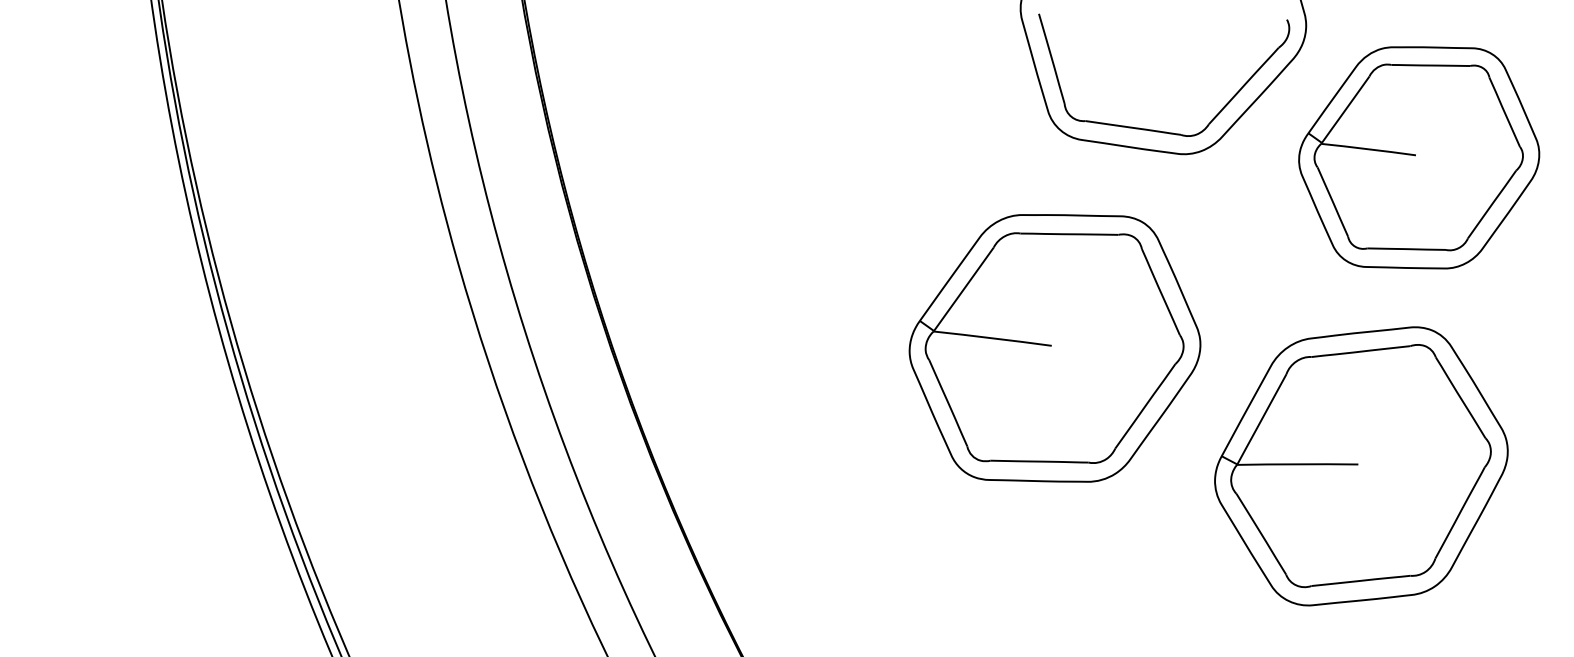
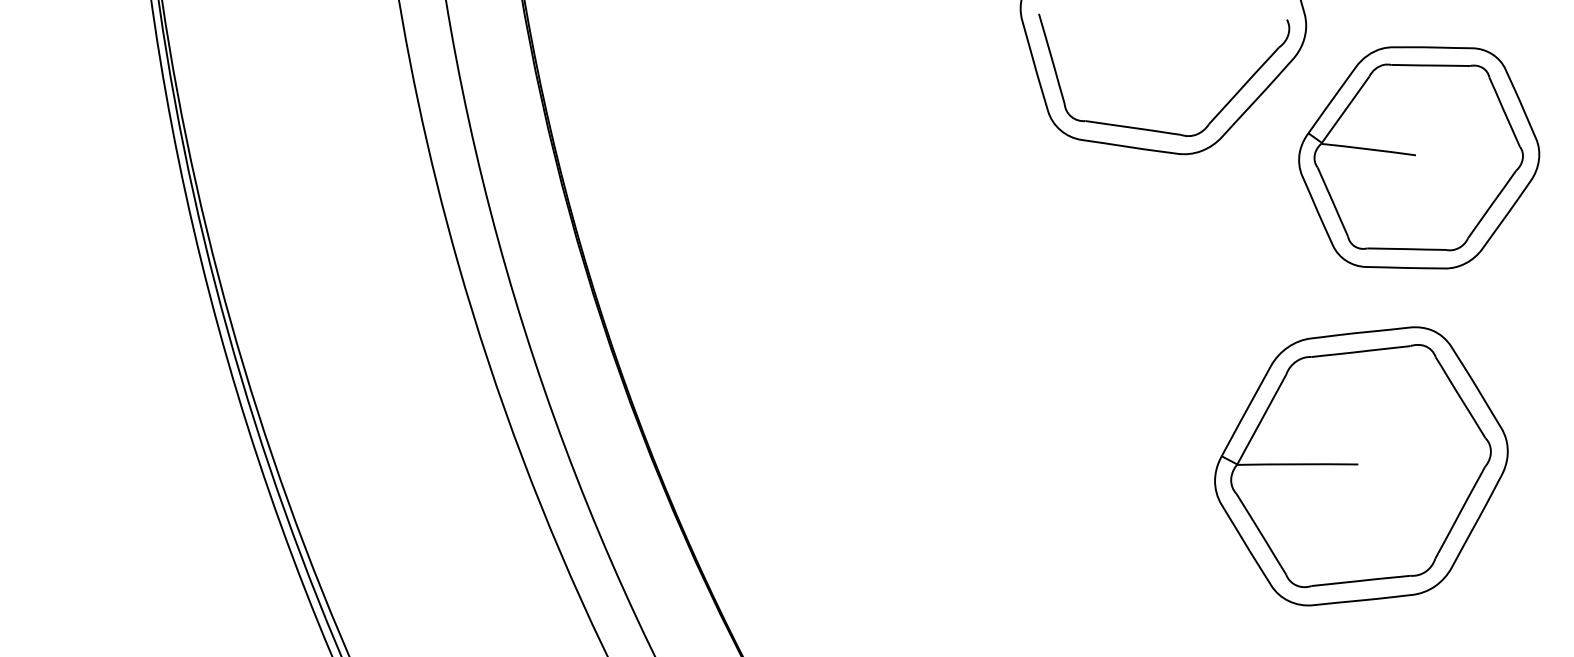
part at (1054, 348): present -> none
